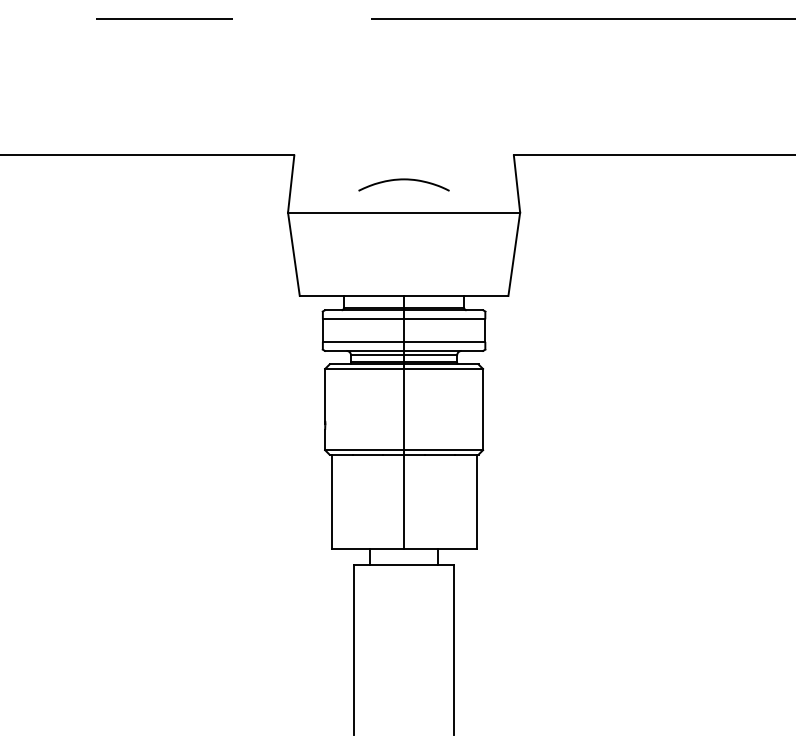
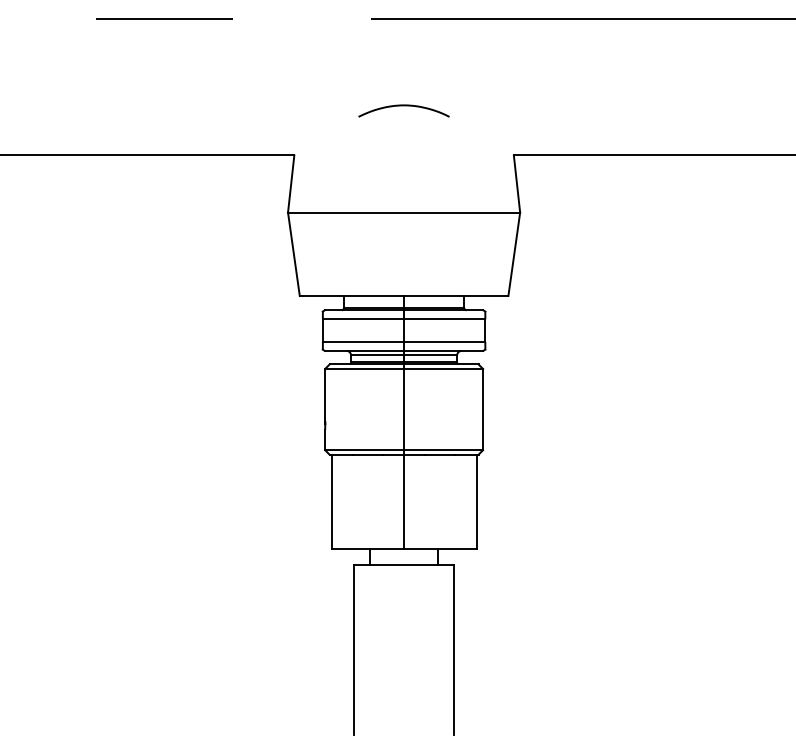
curve at (403, 180) position: (403, 180) -> (403, 106)
